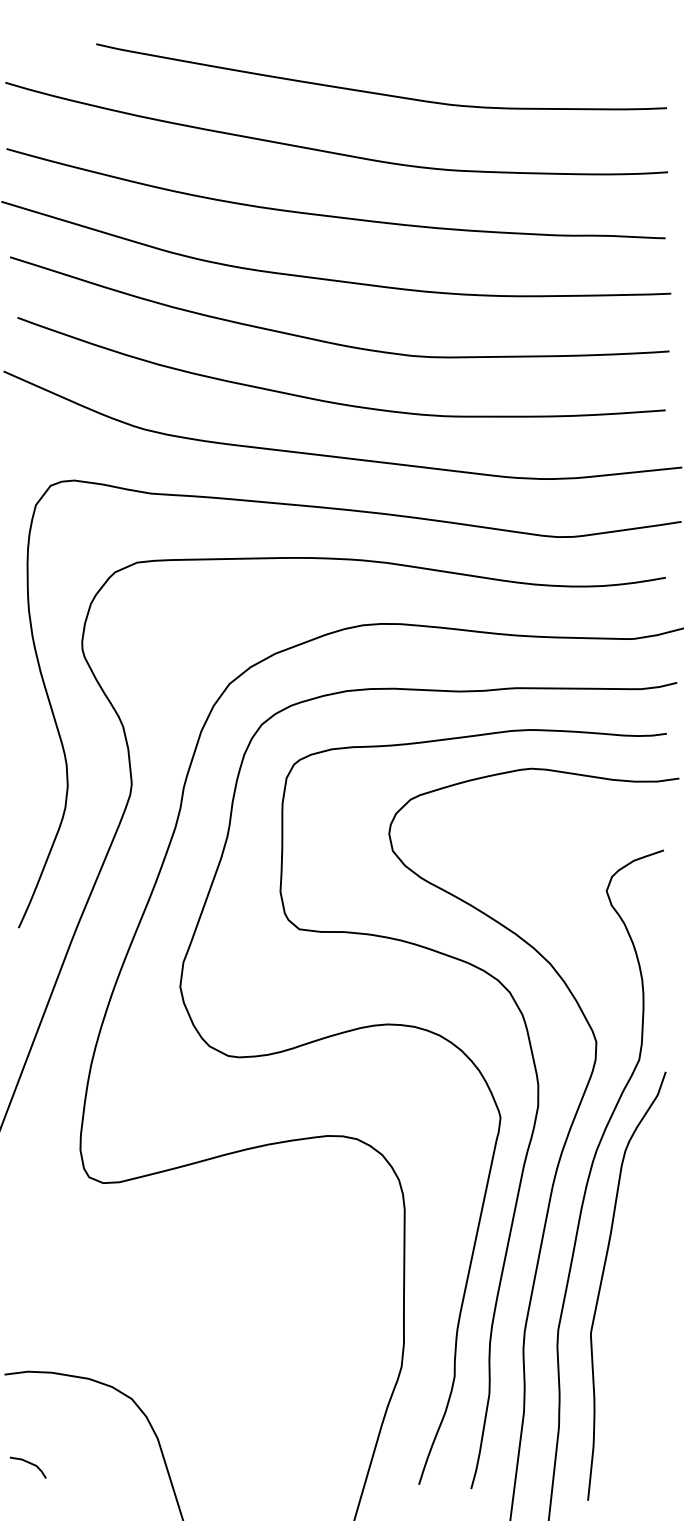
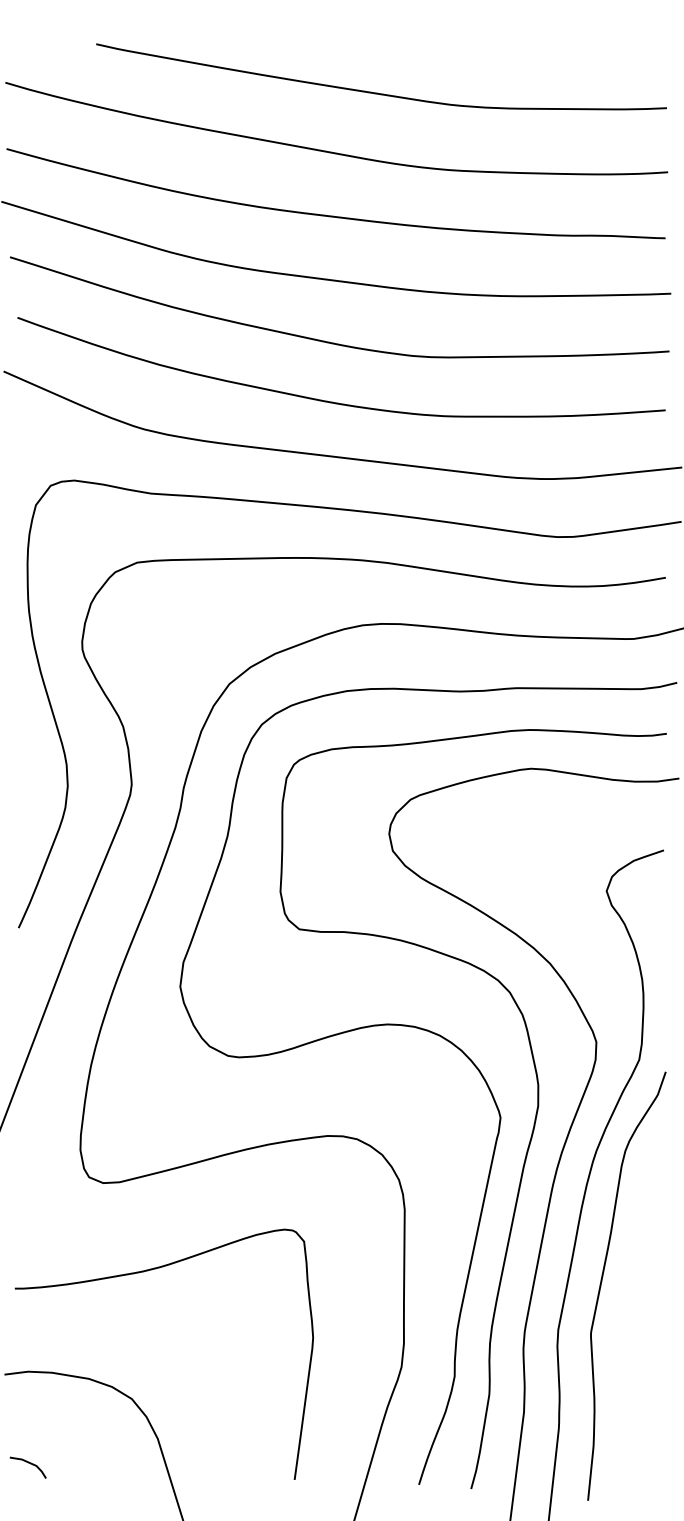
curve at (143, 1272): none -> present
